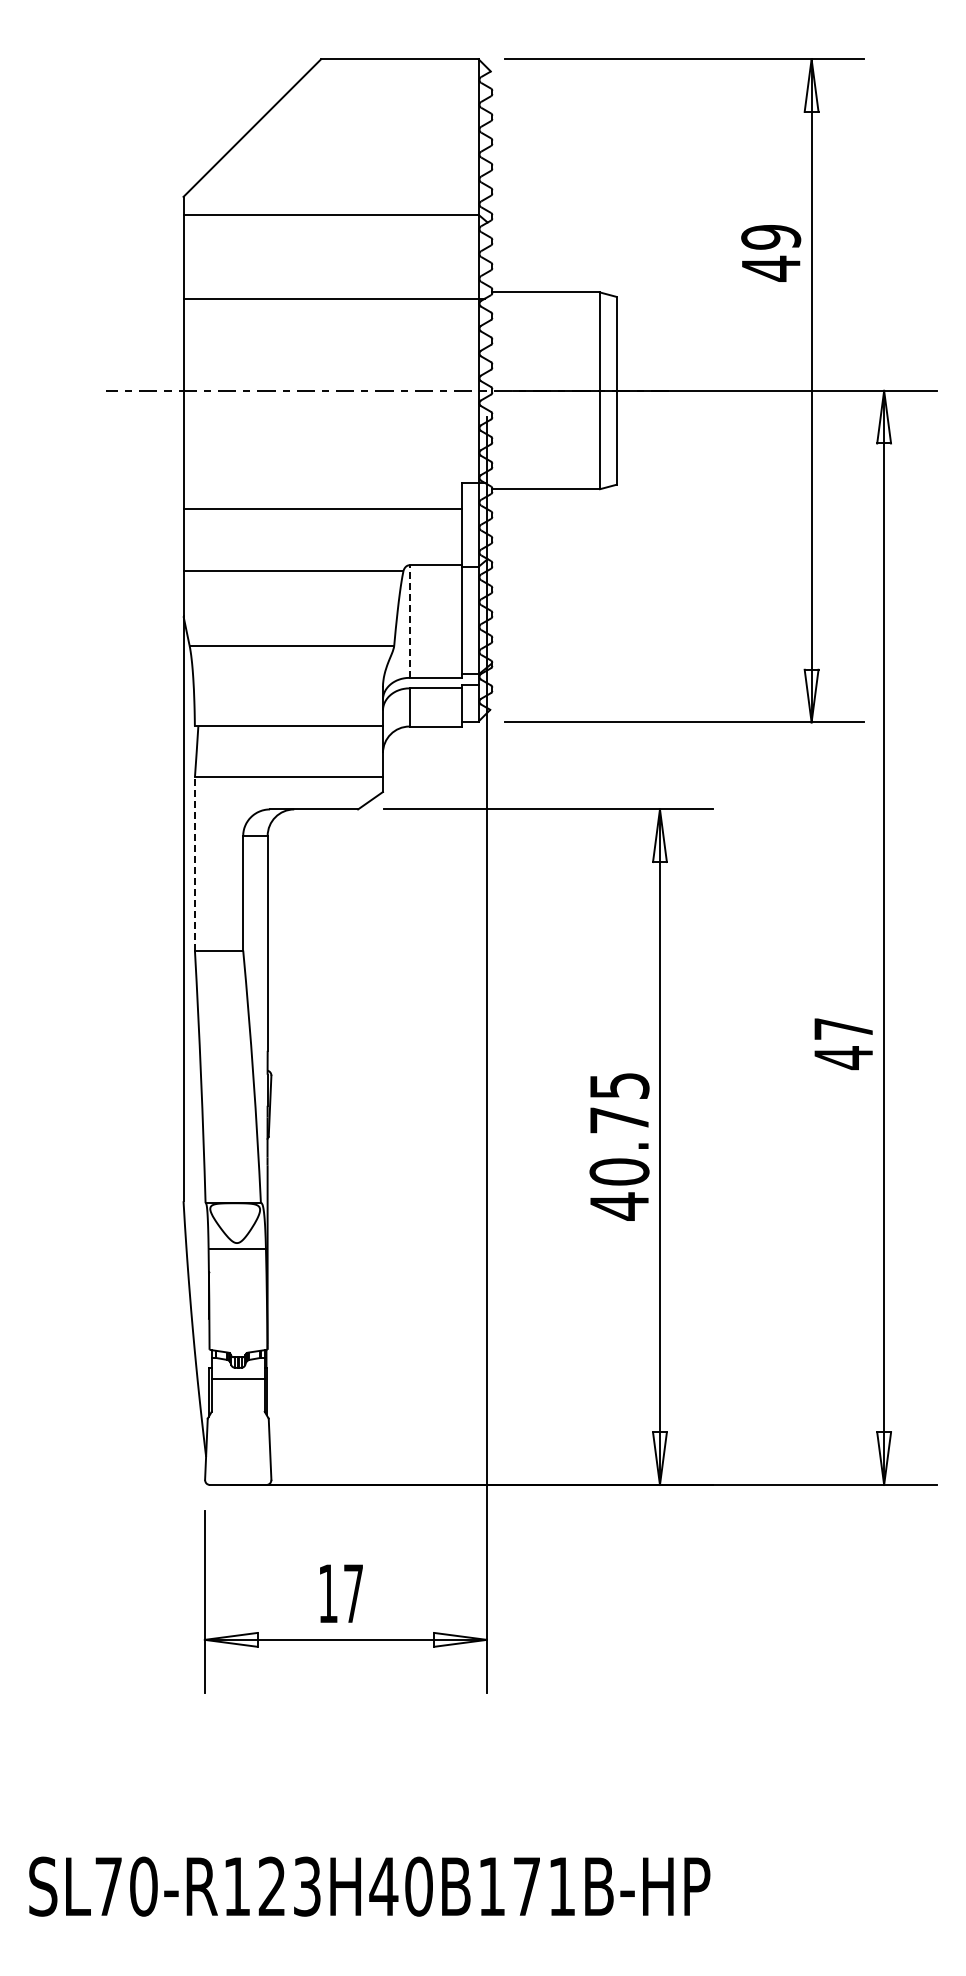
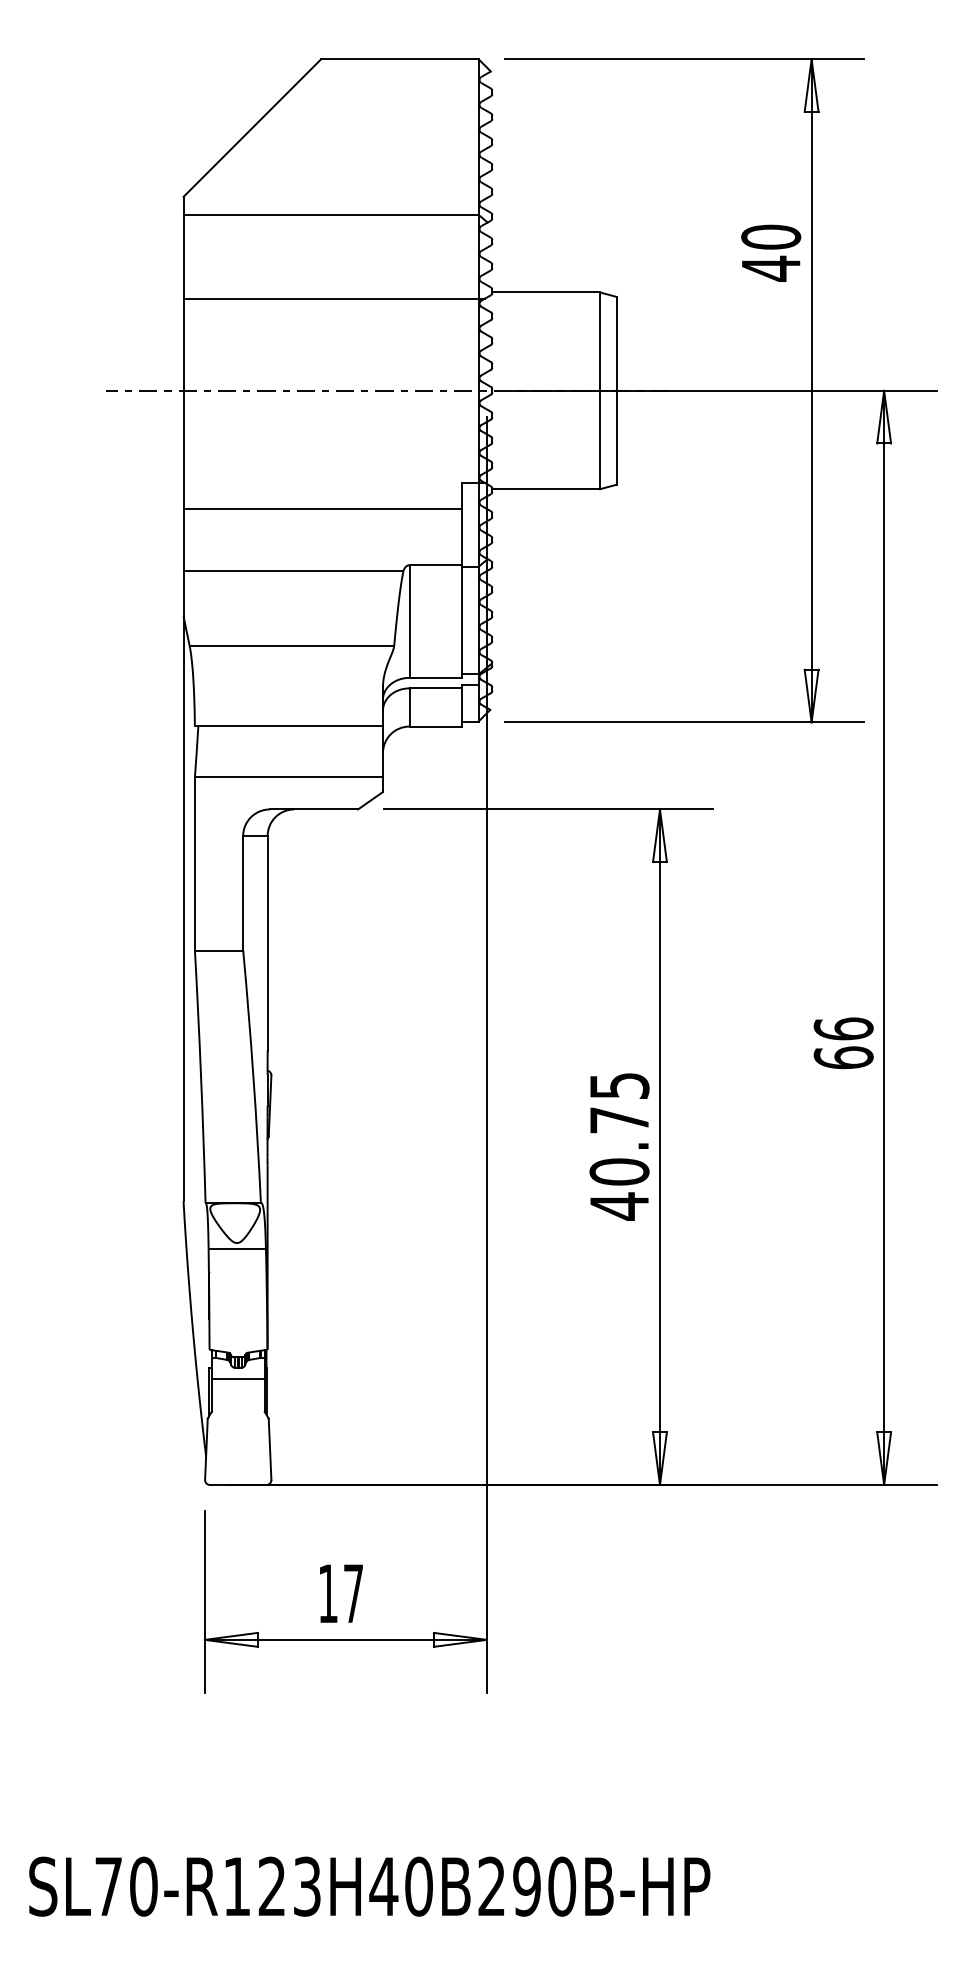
text at (771, 236): 49 -> 40
line at (409, 621): dashed -> solid
line at (194, 863): dashed -> solid
text at (843, 1043): 47 -> 66
text at (527, 1886): SL70-R123H40B171B-HP -> SL70-R123H40B290B-HP
